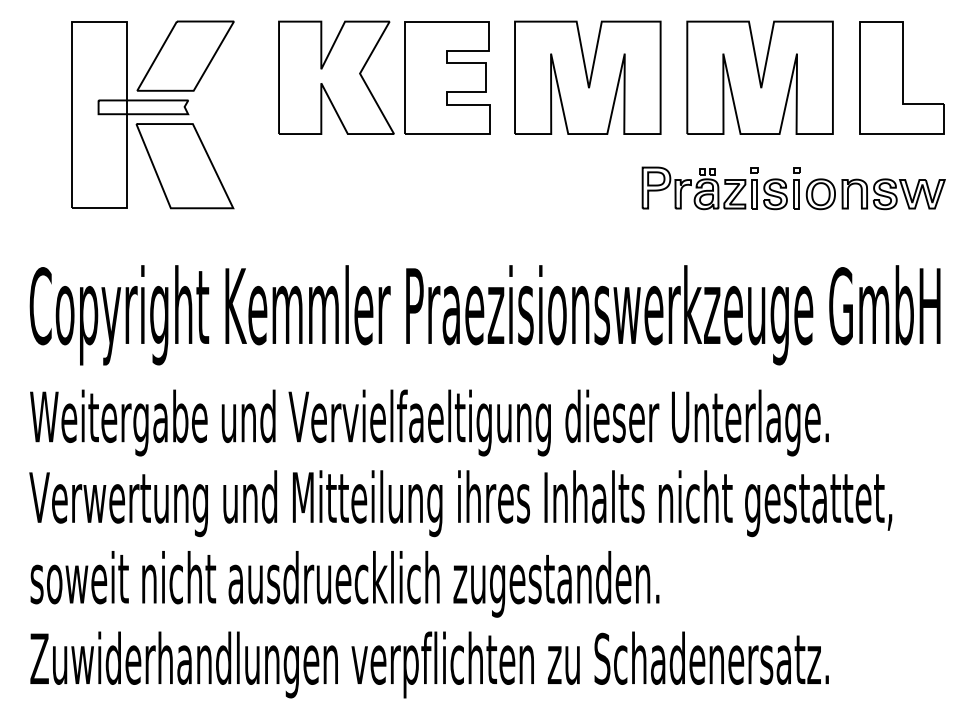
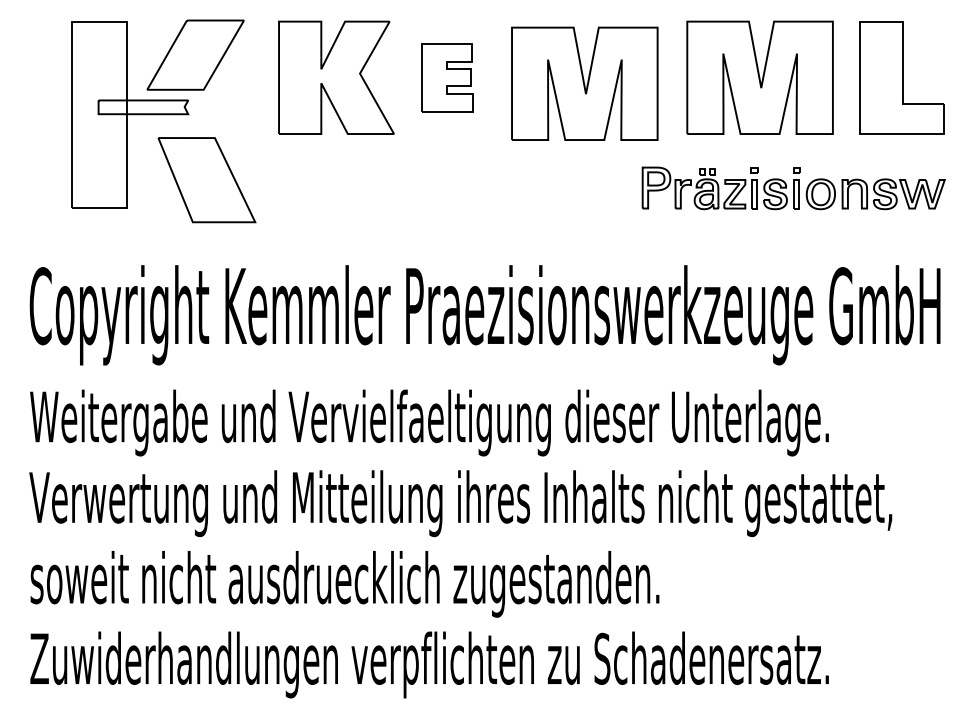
part at (185, 55) position: (185, 55) -> (195, 54)
part at (447, 77) size: 87x114 px -> 53x70 px
part at (587, 77) position: (587, 77) -> (584, 83)
part at (184, 166) position: (184, 166) -> (206, 180)
